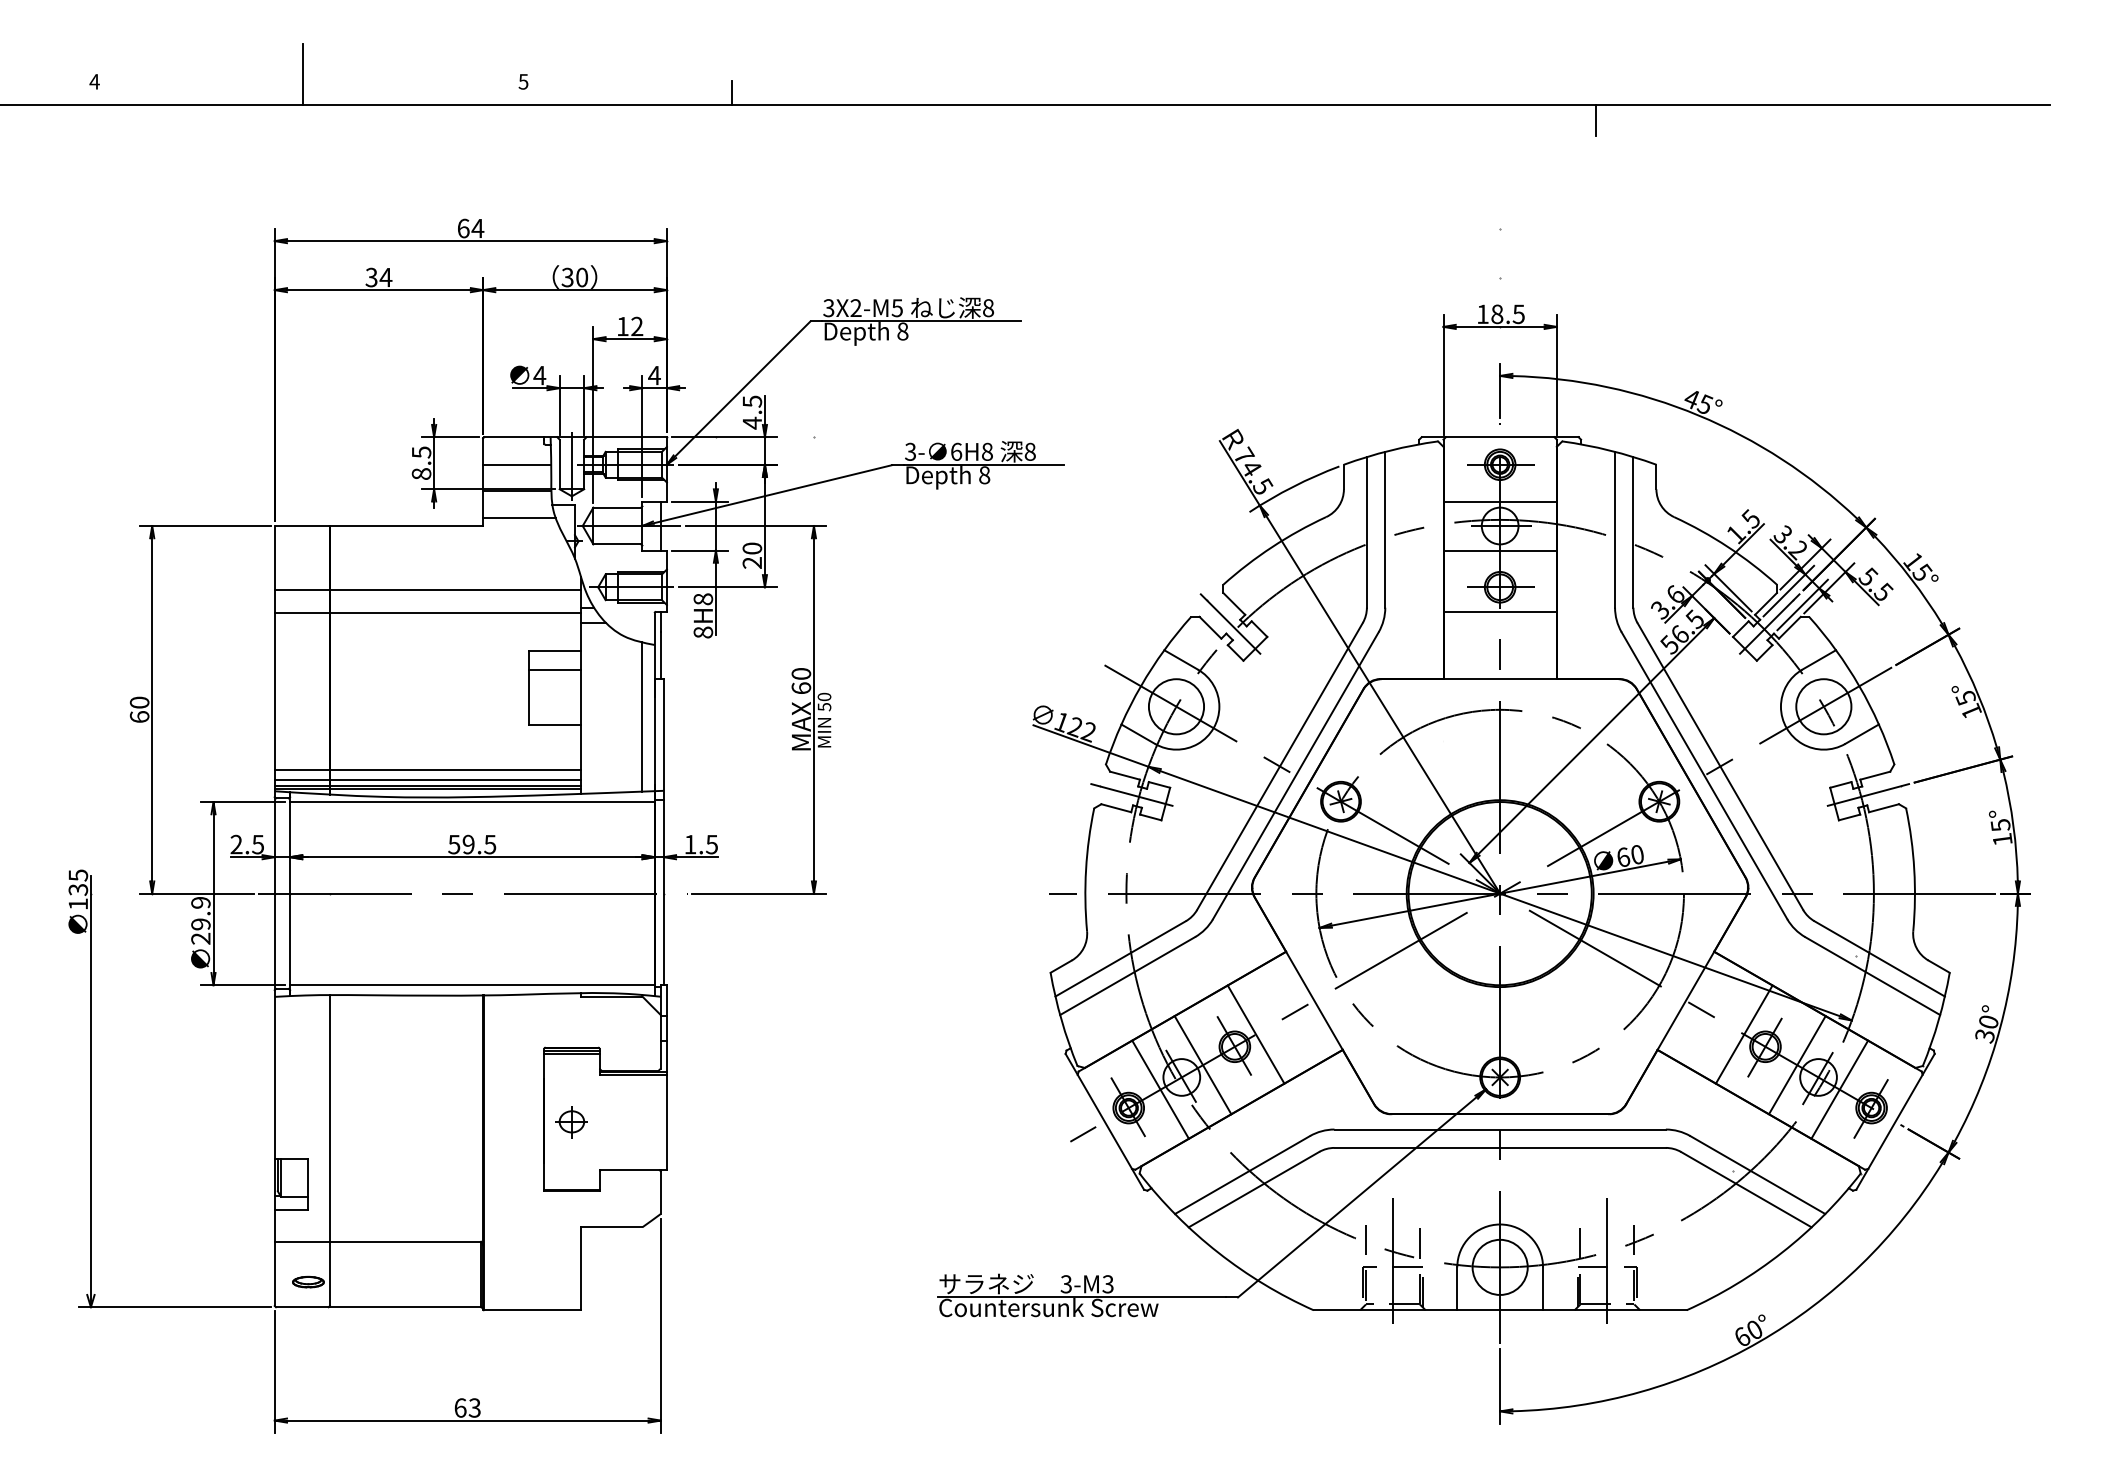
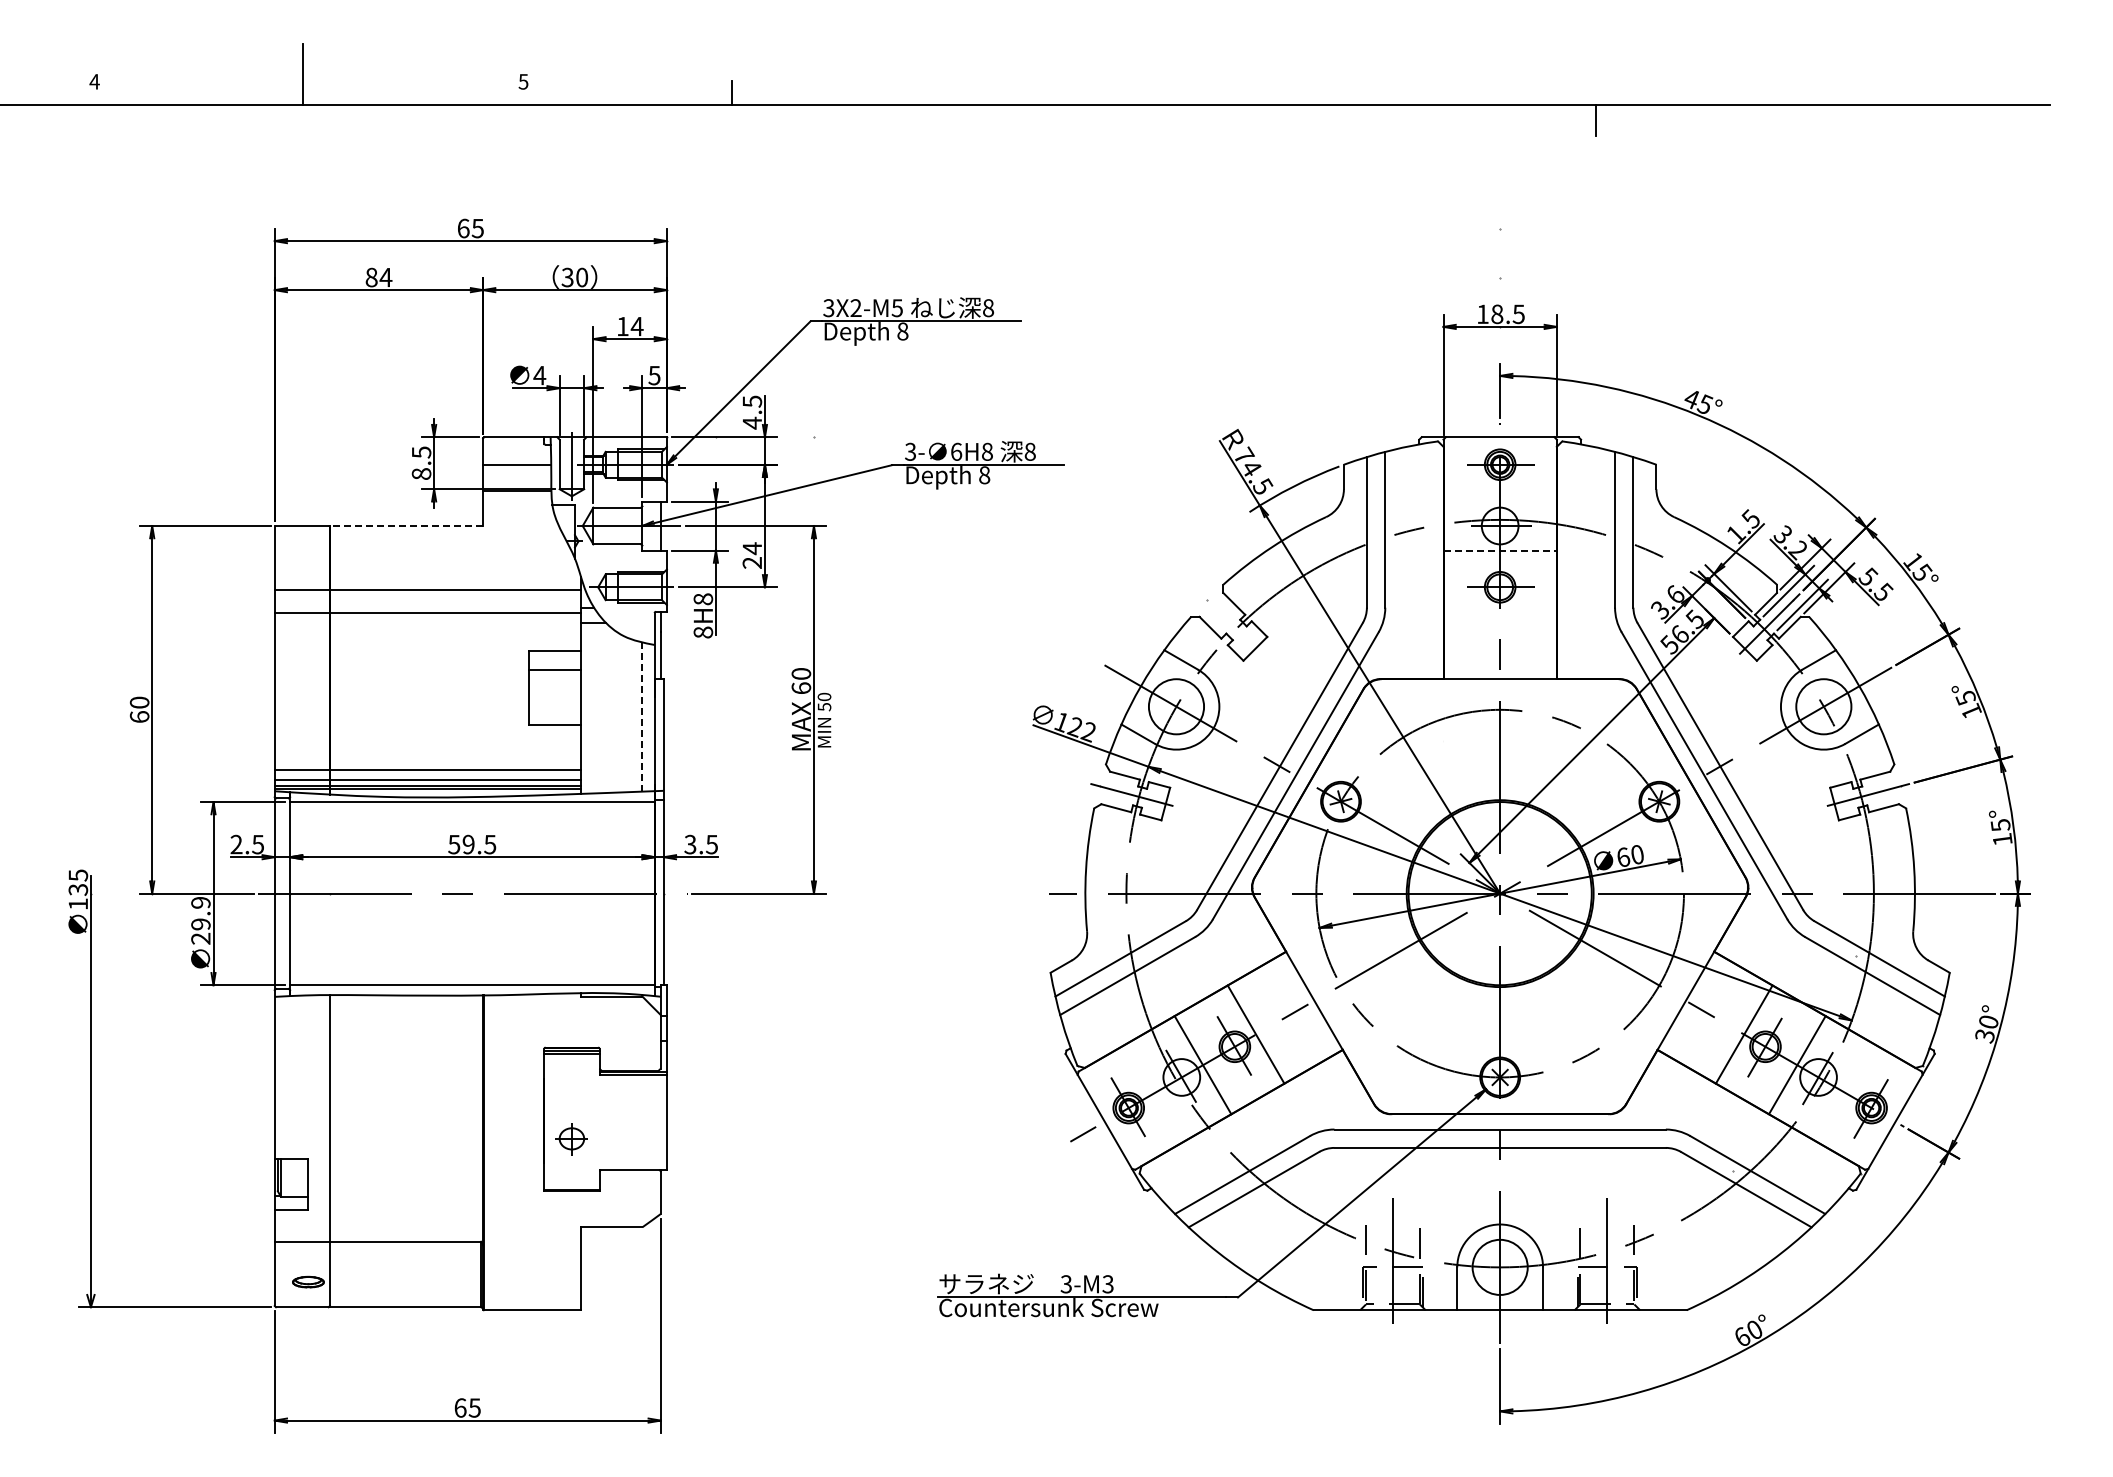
text at (477, 228): 64 -> 65
text at (371, 277): 34 -> 84
text at (636, 326): 12 -> 14
text at (654, 375): 4 -> 5
line at (1499, 501): present -> none
line at (519, 518): present -> none
line at (406, 526): solid -> dashed
text at (752, 548): 20 -> 24
line at (1500, 550): solid -> dashed
line at (1499, 611): present -> none
line at (1230, 623): present -> none
line at (642, 717): solid -> dashed
text at (690, 844): 1.5 -> 3.5
line at (1160, 1089): present -> none
line at (1839, 1089): present -> none
part at (571, 1122) position: (571, 1122) -> (571, 1139)
text at (474, 1407): 63 -> 65
